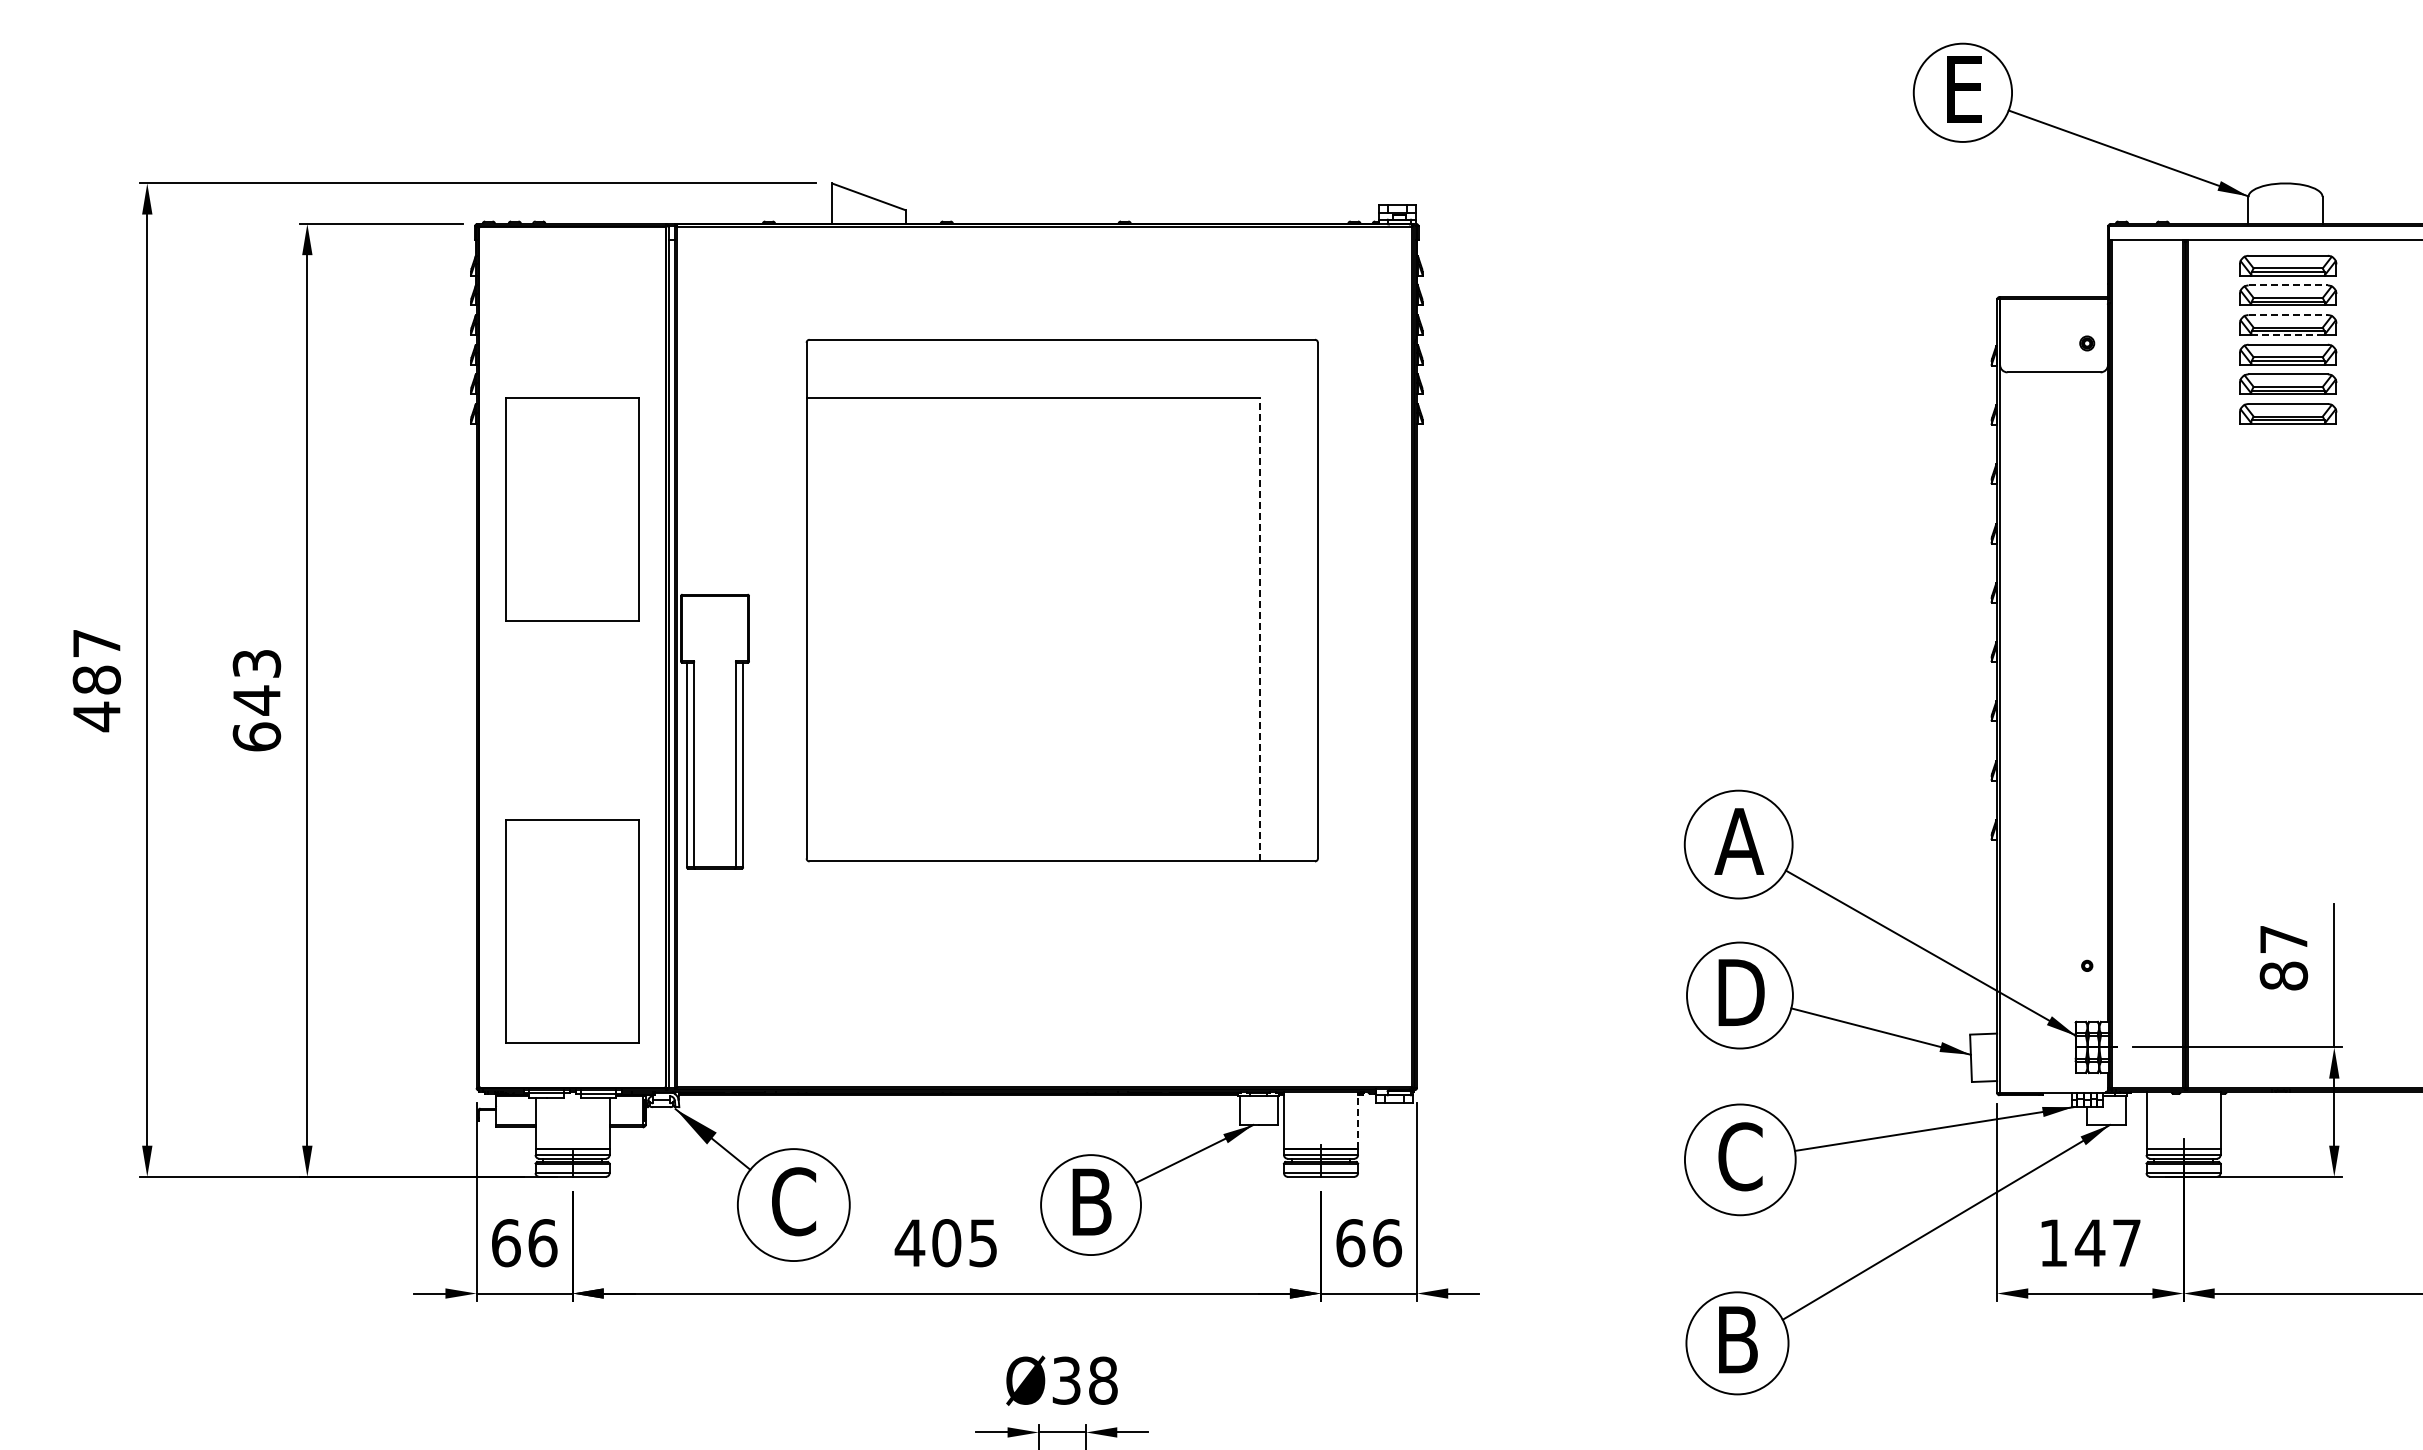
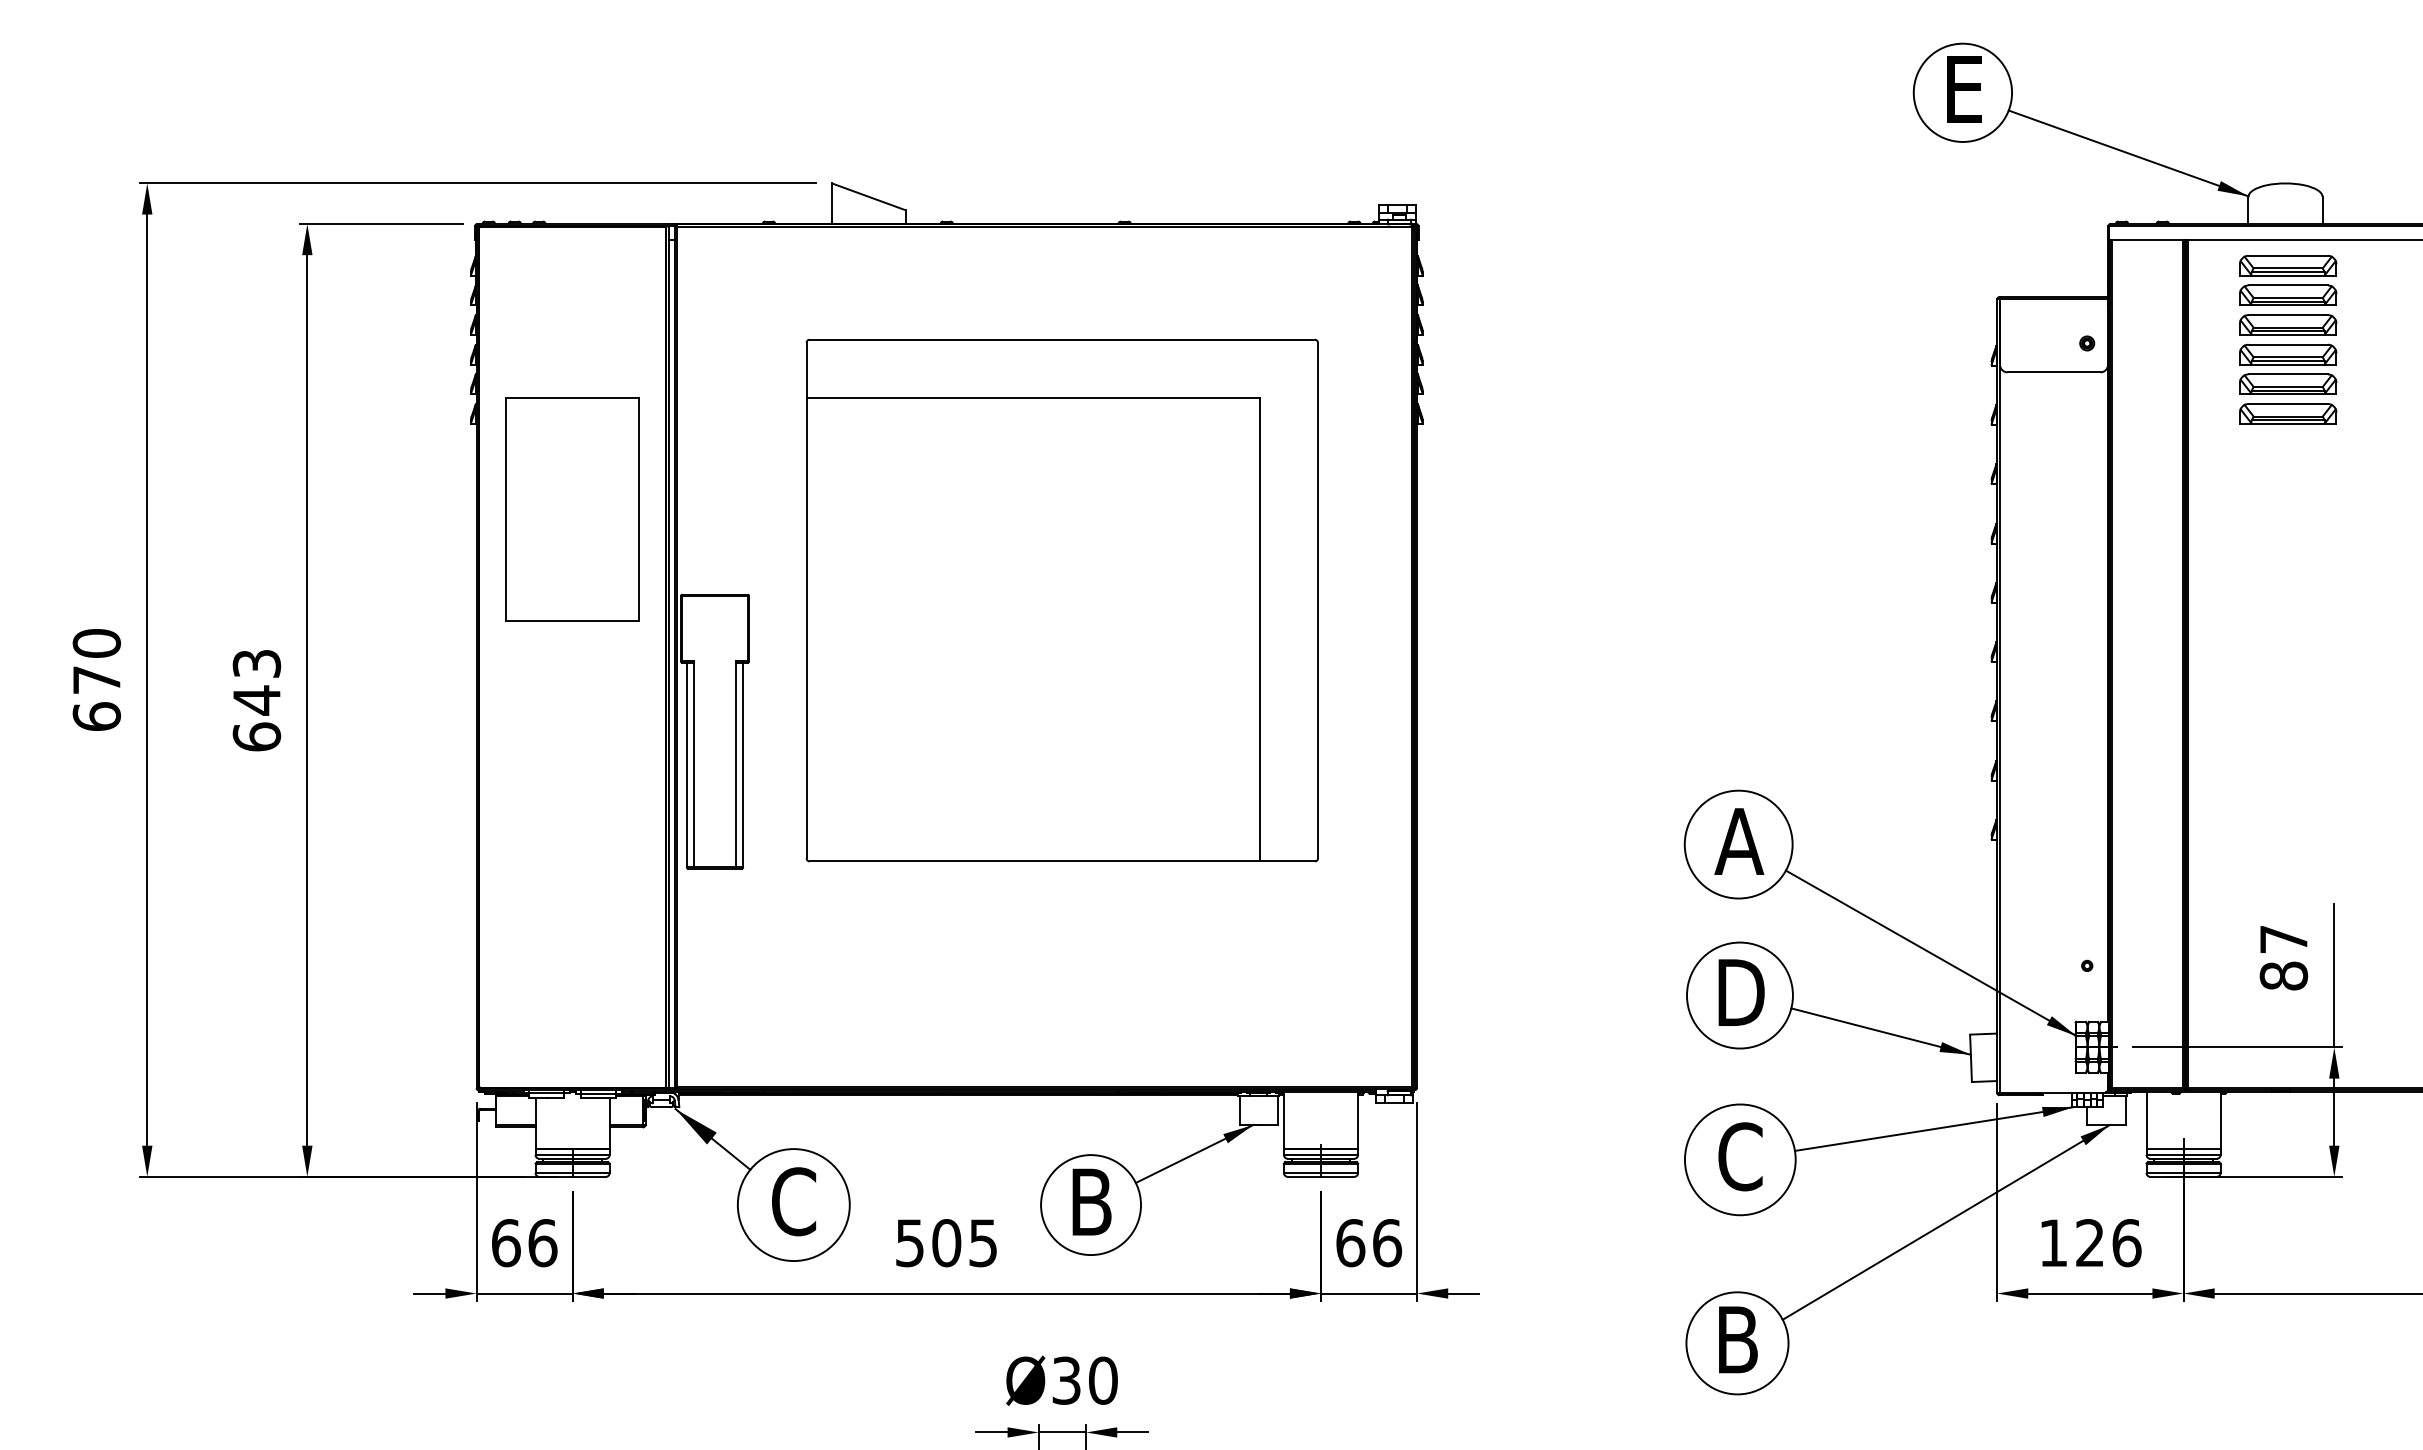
line at (2288, 285): dashed -> solid
line at (2288, 315): dashed -> solid
line at (2288, 335): dashed -> solid
line at (1260, 629): dashed -> solid
text at (96, 680): 487 -> 670
part at (572, 931): present -> none
line at (1358, 1120): dashed -> solid
text at (909, 1243): 405 -> 505
text at (2107, 1243): 147 -> 126
text at (1103, 1380): Ø38 -> Ø30
